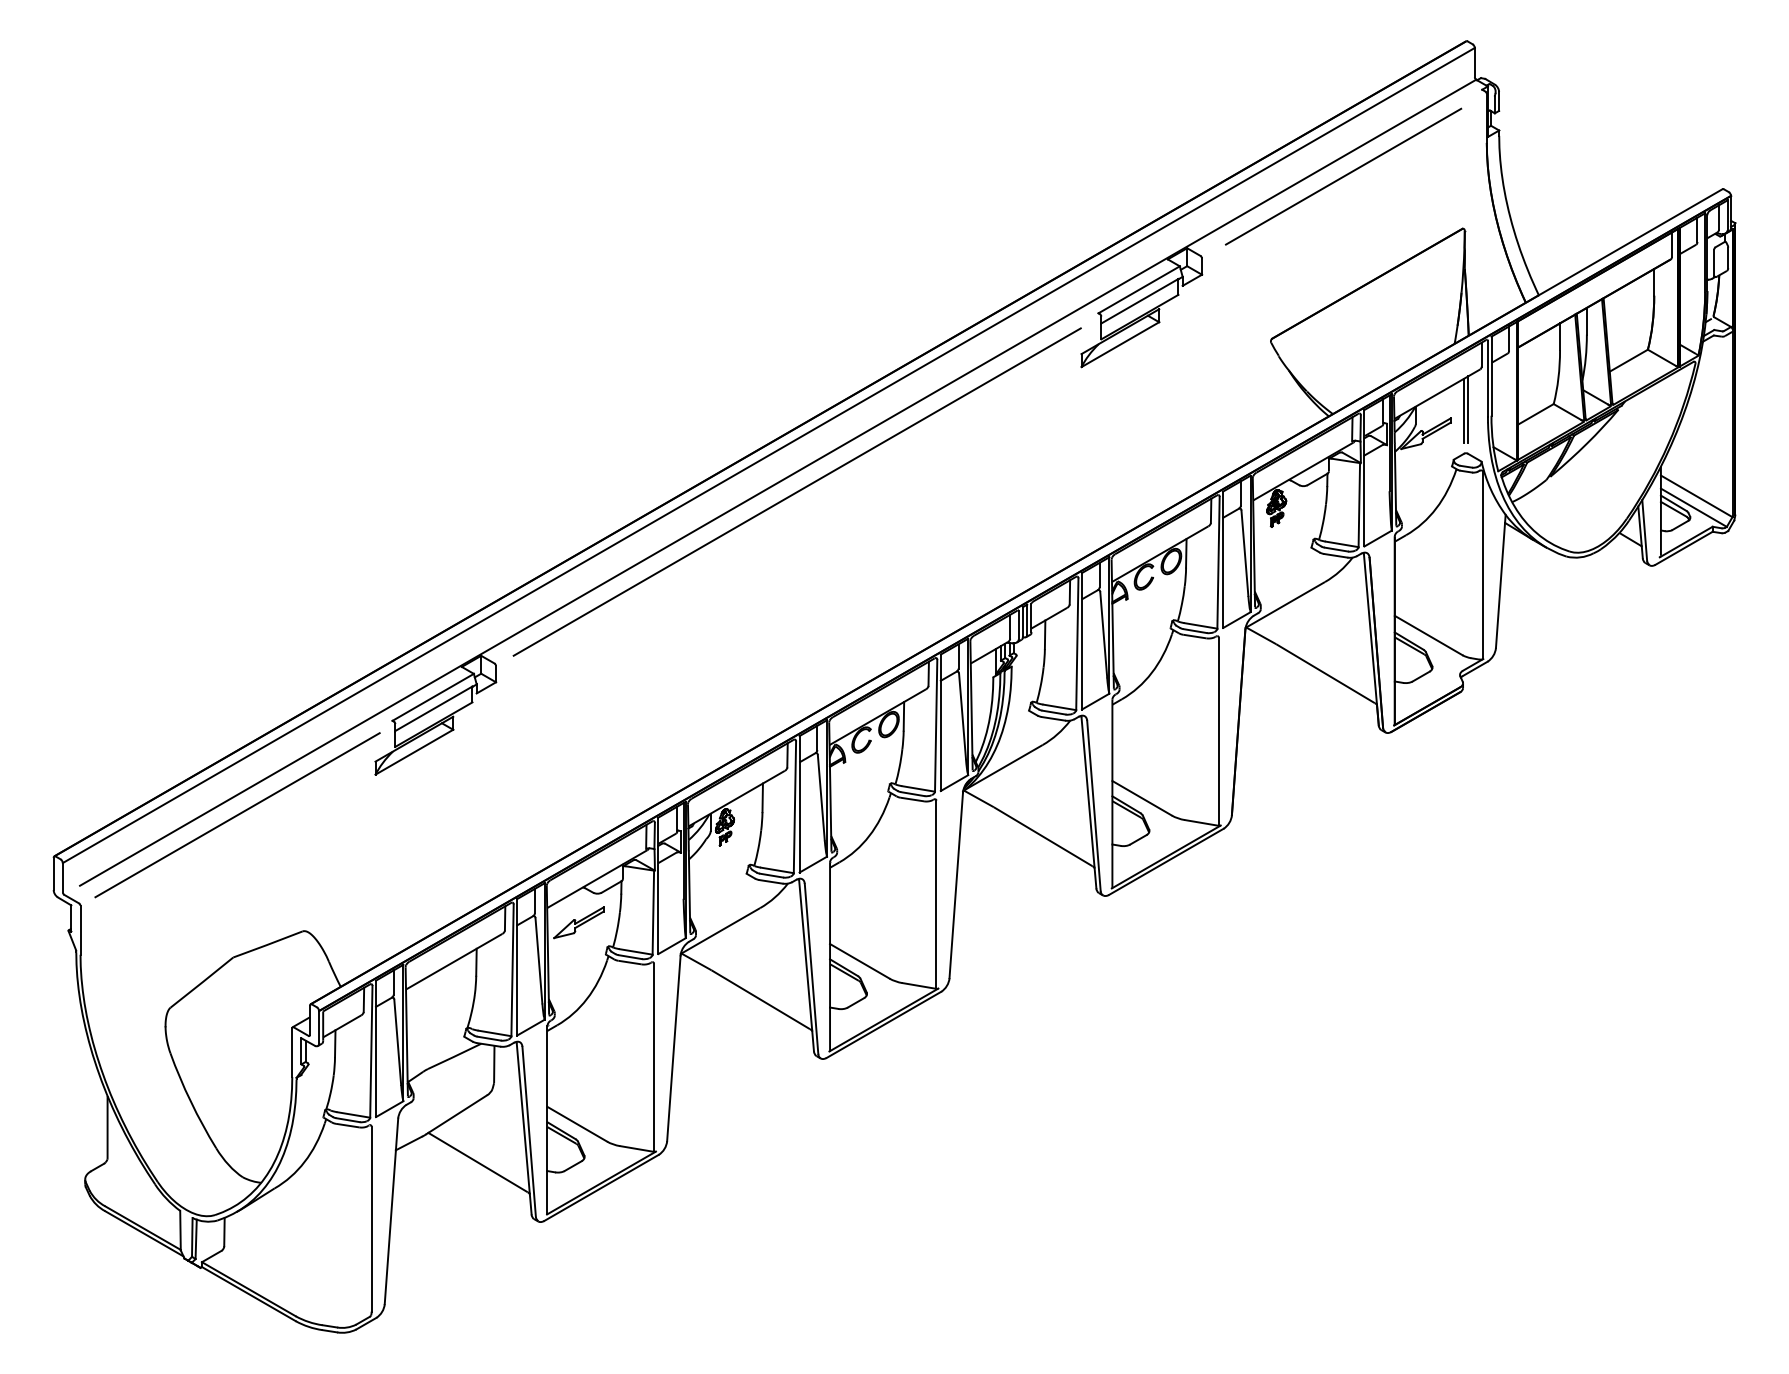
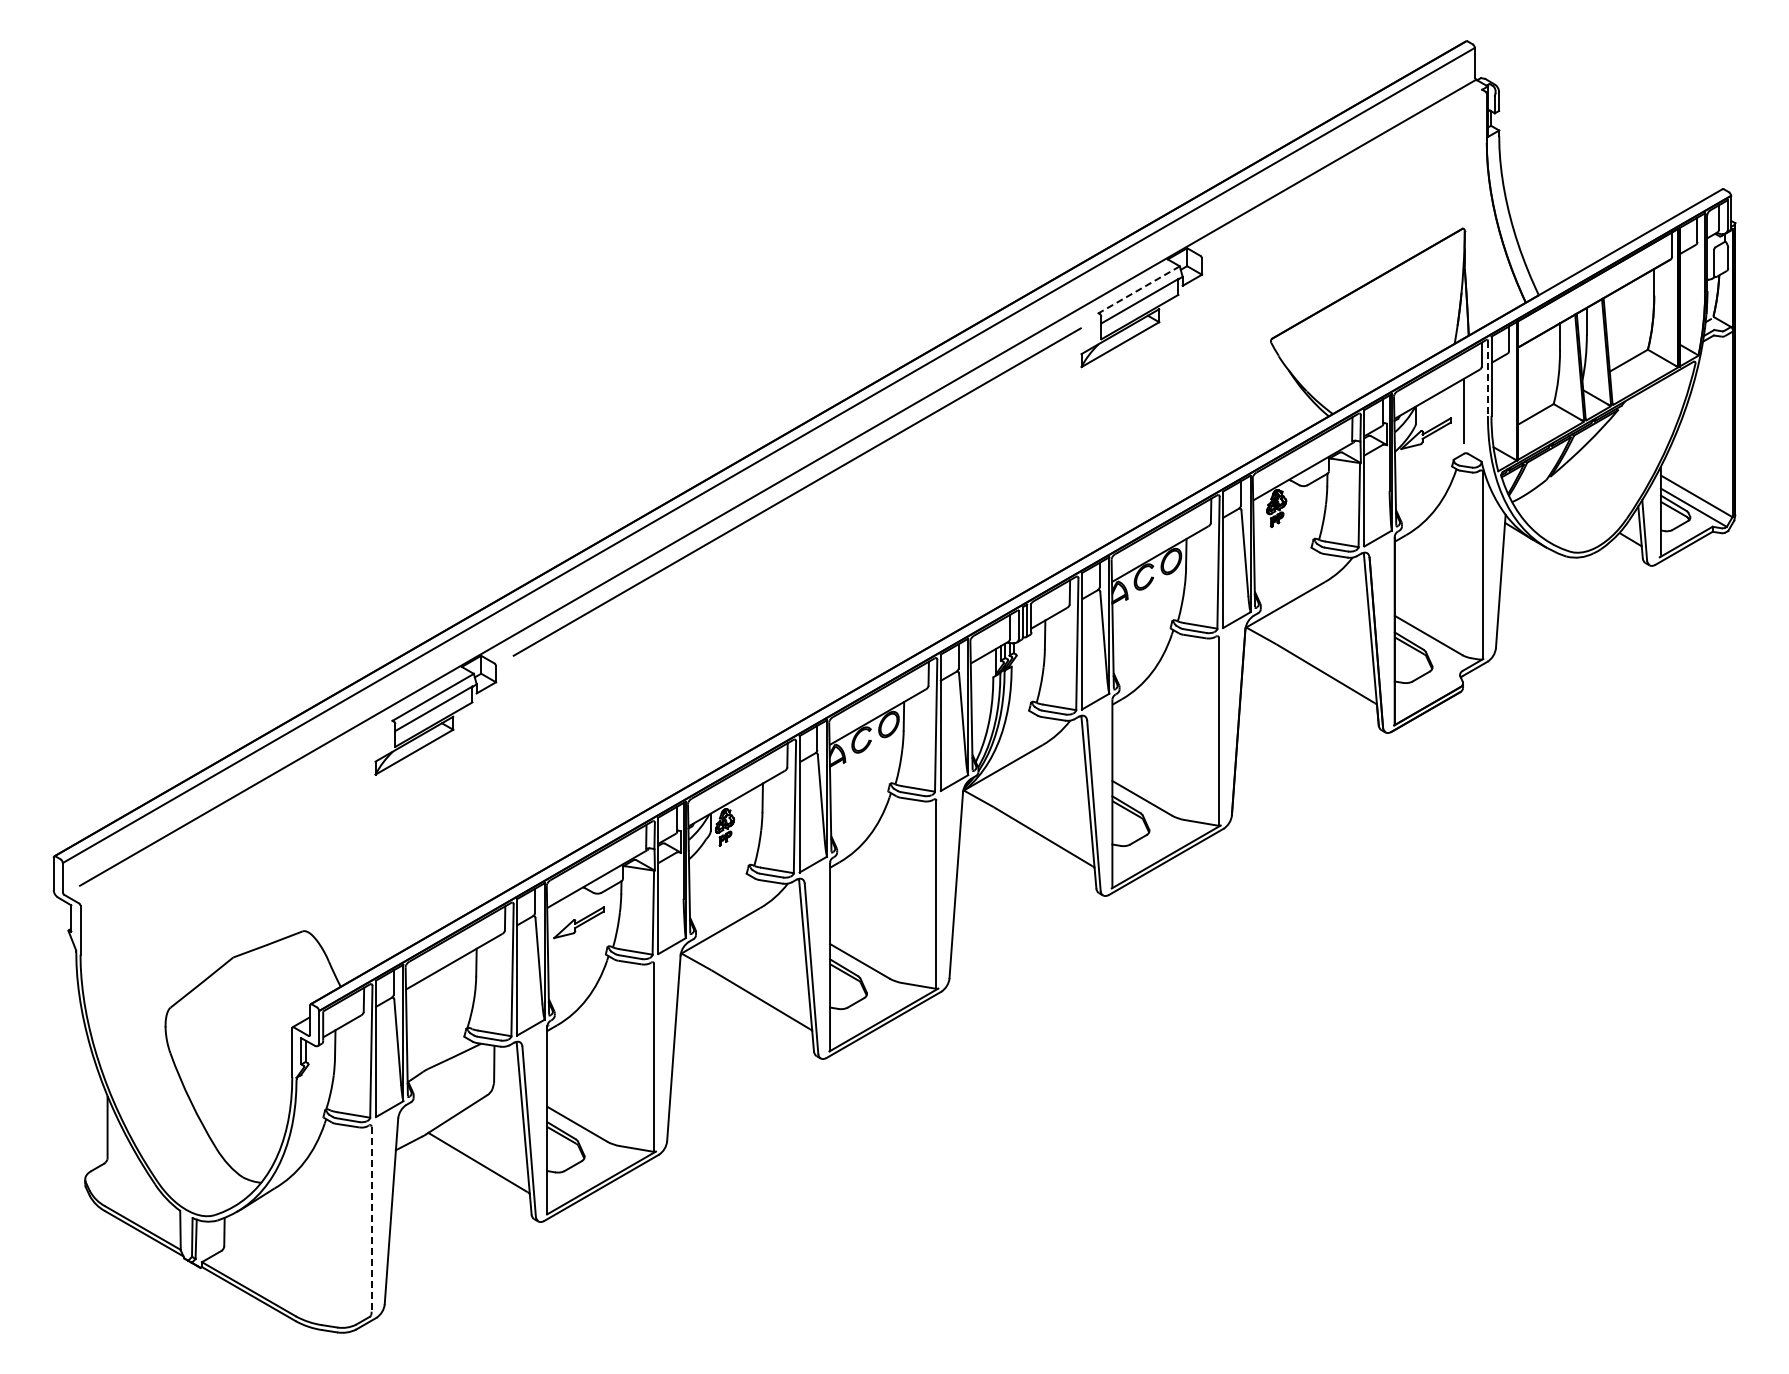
line at (1343, 176): present -> none
line at (1139, 289): solid -> dashed
line at (1487, 379): solid -> dashed
line at (1468, 409): present -> none
line at (237, 815): present -> none
line at (371, 1219): solid -> dashed
